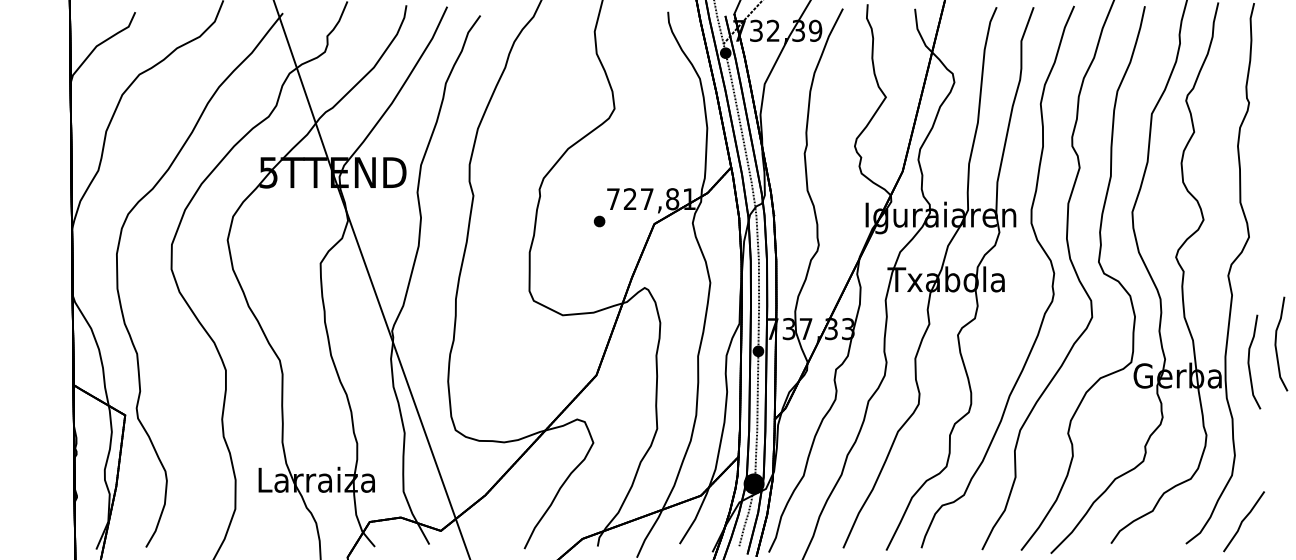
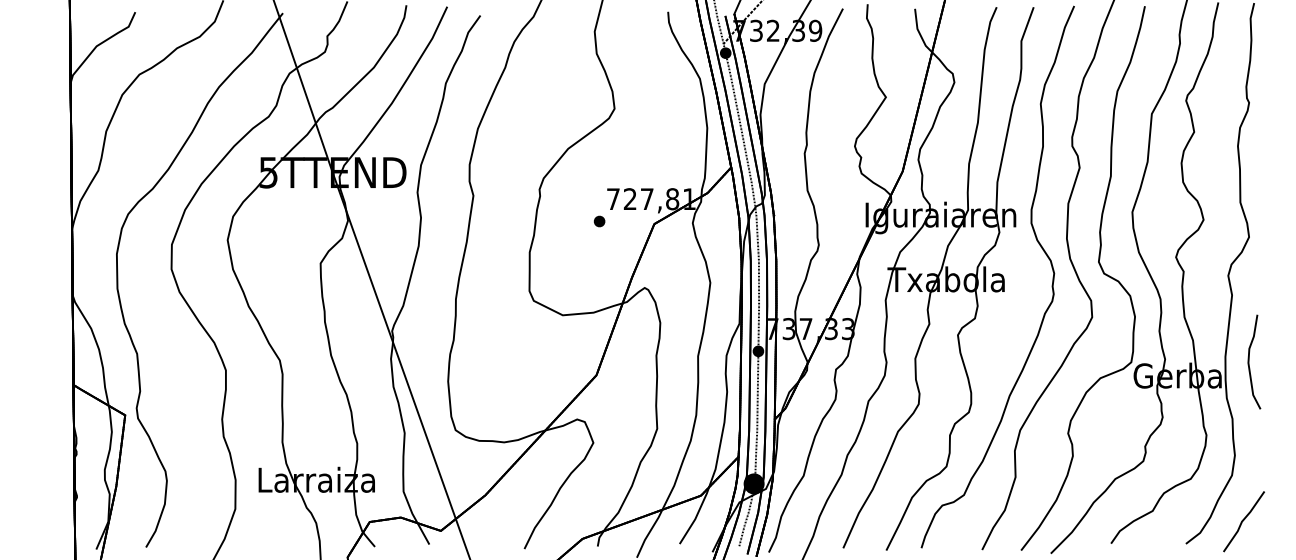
curve at (1276, 343): present -> none
